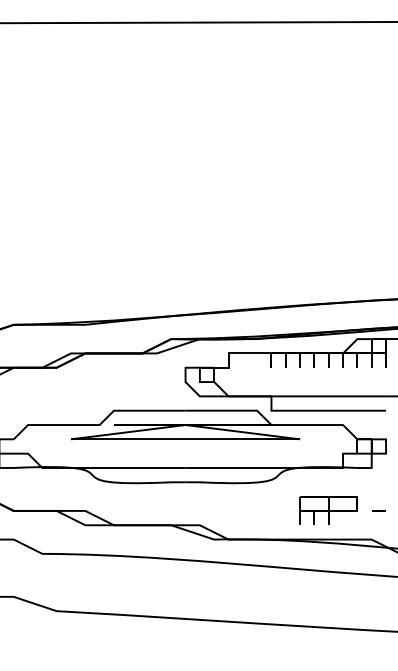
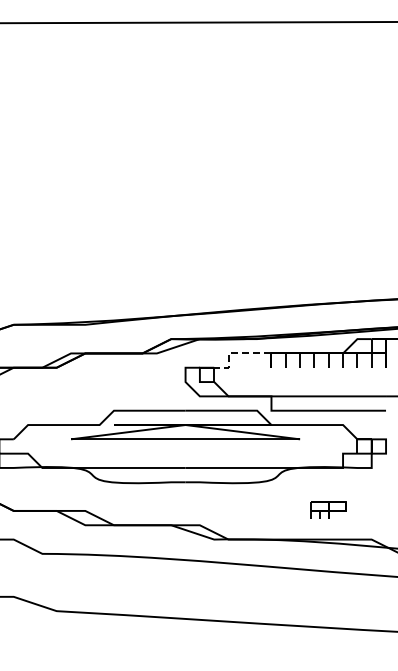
line at (233, 353): solid -> dashed
part at (328, 510) size: 59x29 px -> 37x18 px
line at (378, 510): present -> none
